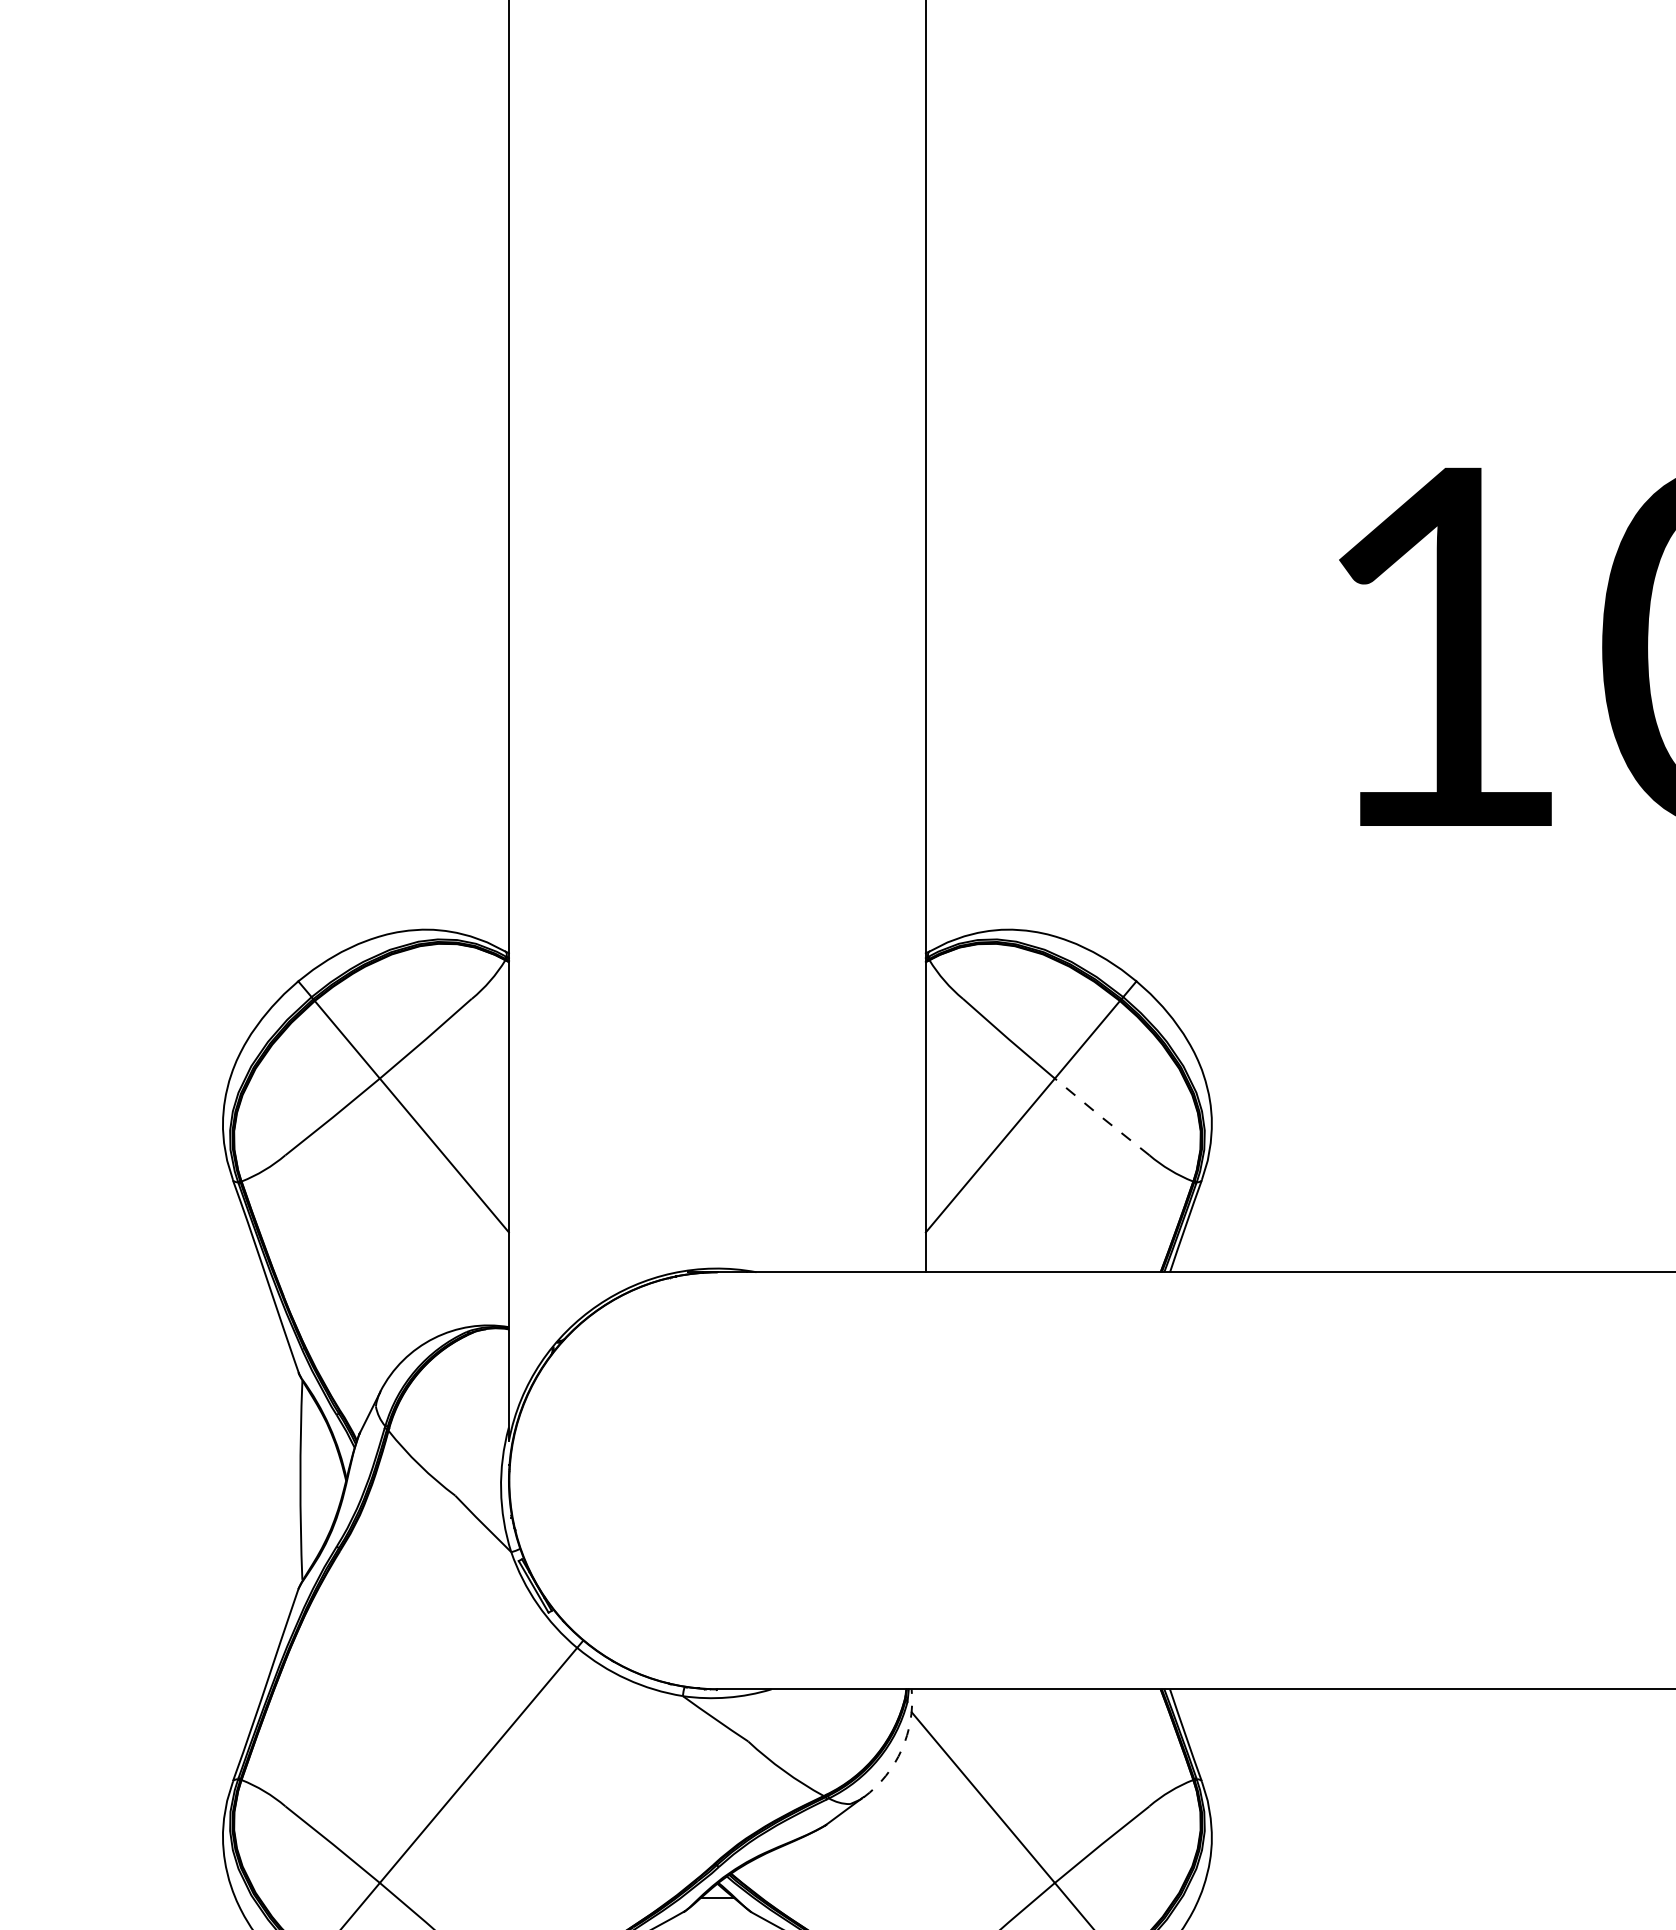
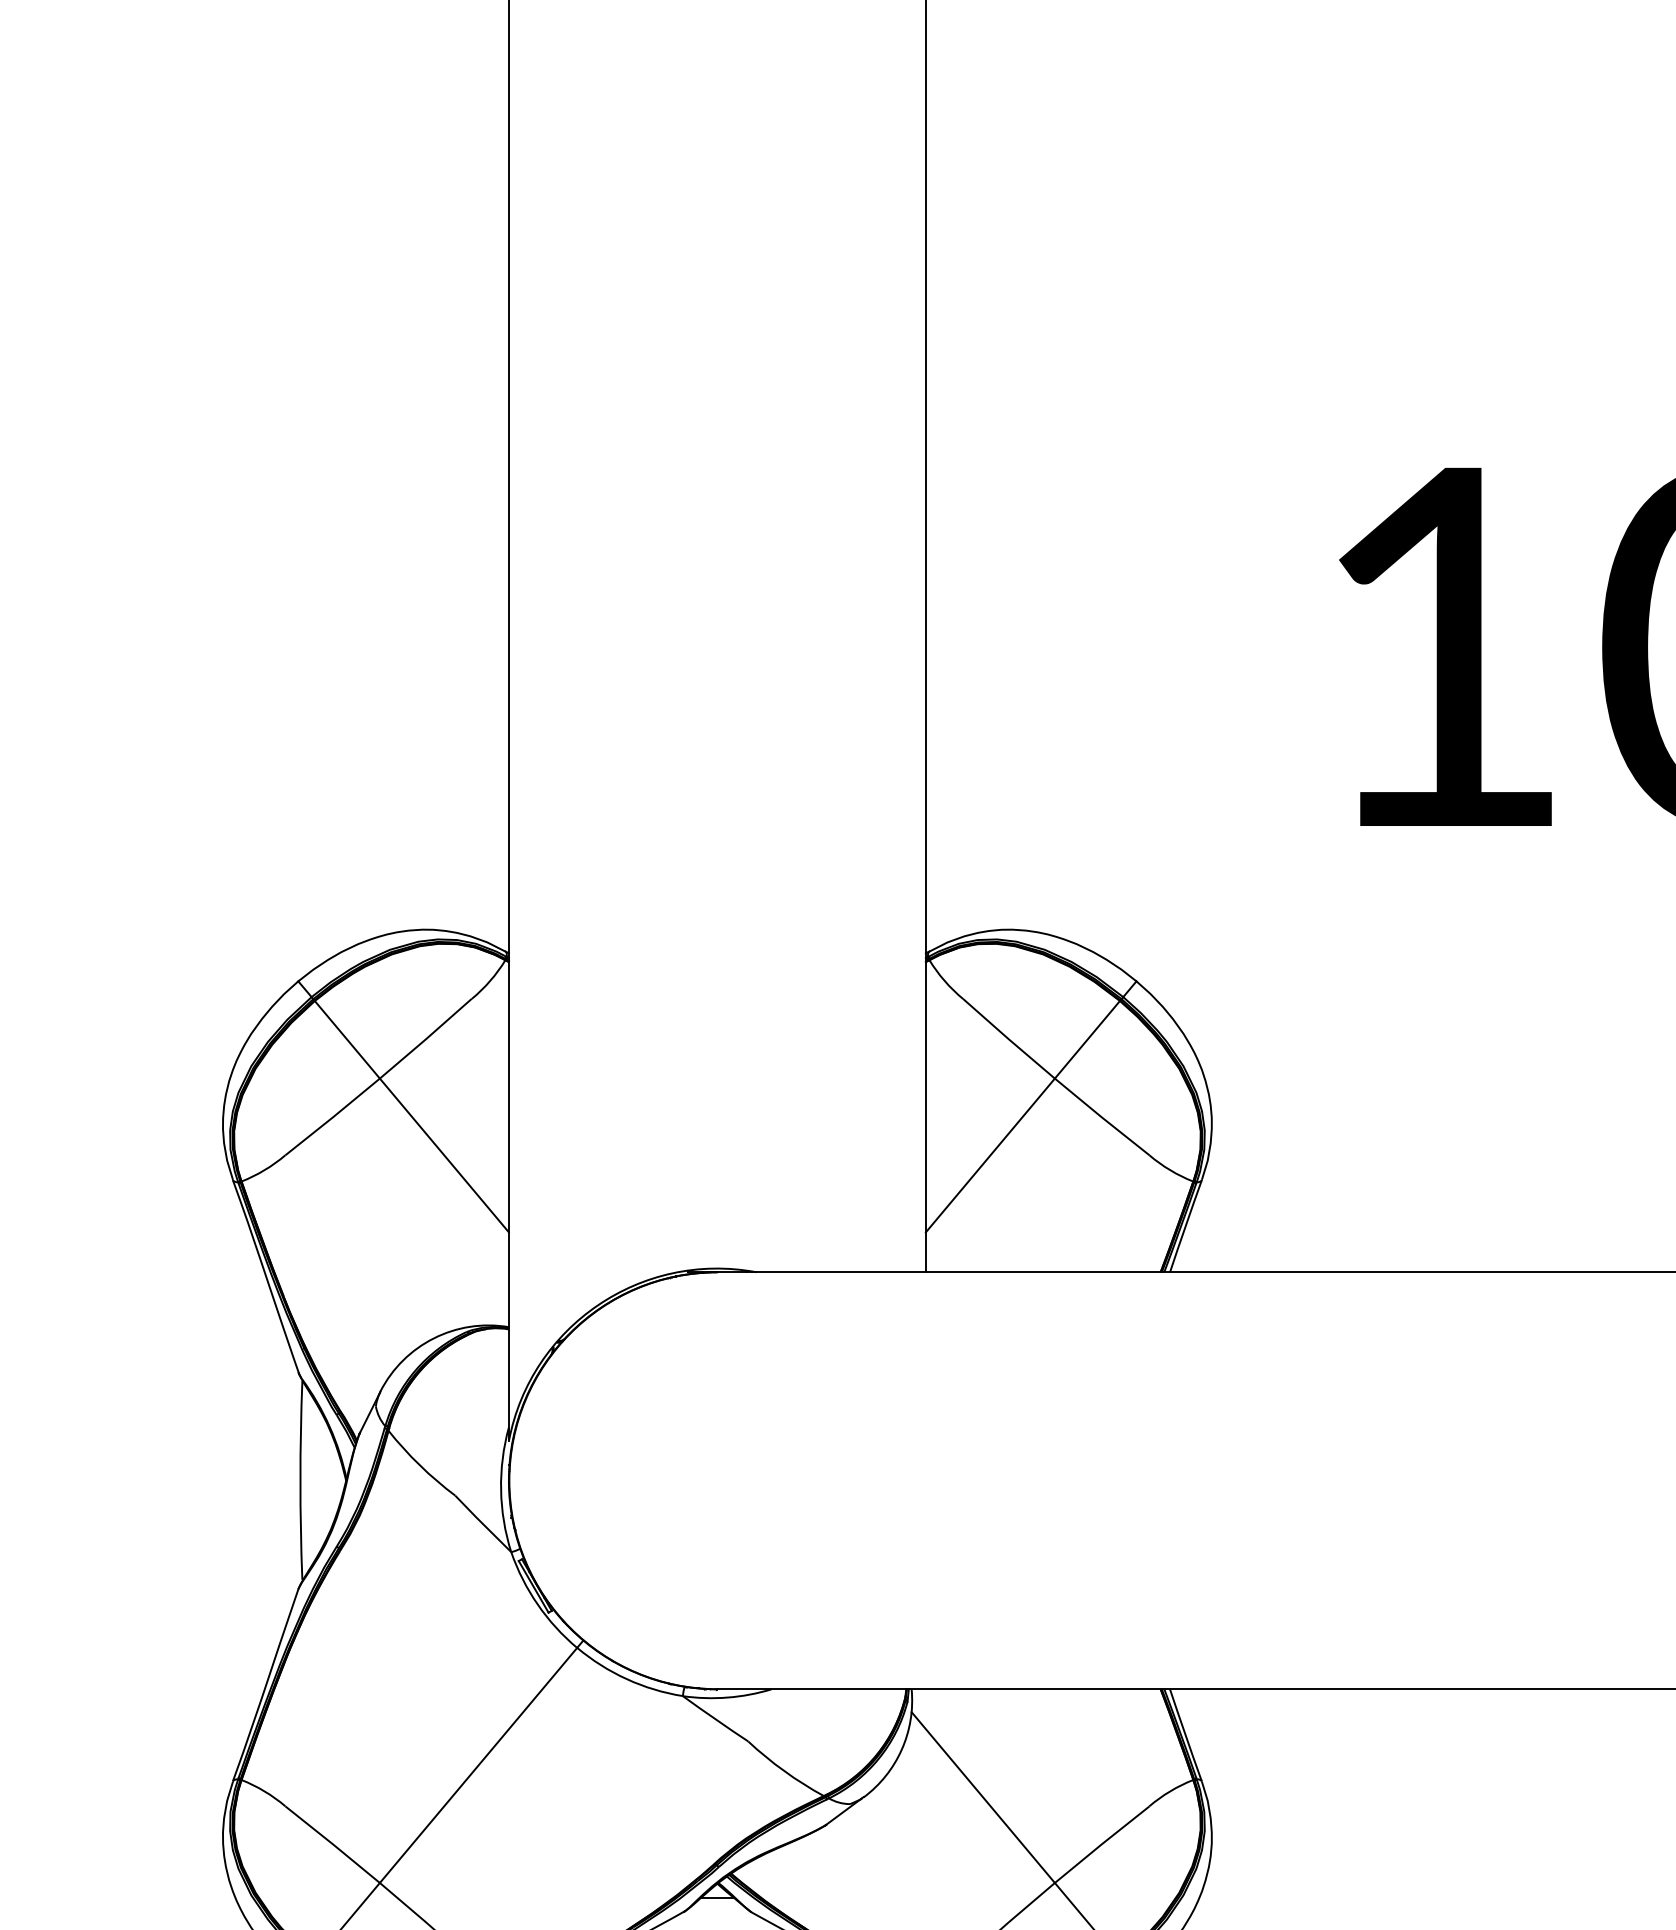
line at (1101, 1117): dashed -> solid
arc at (901, 1749): dashed -> solid
